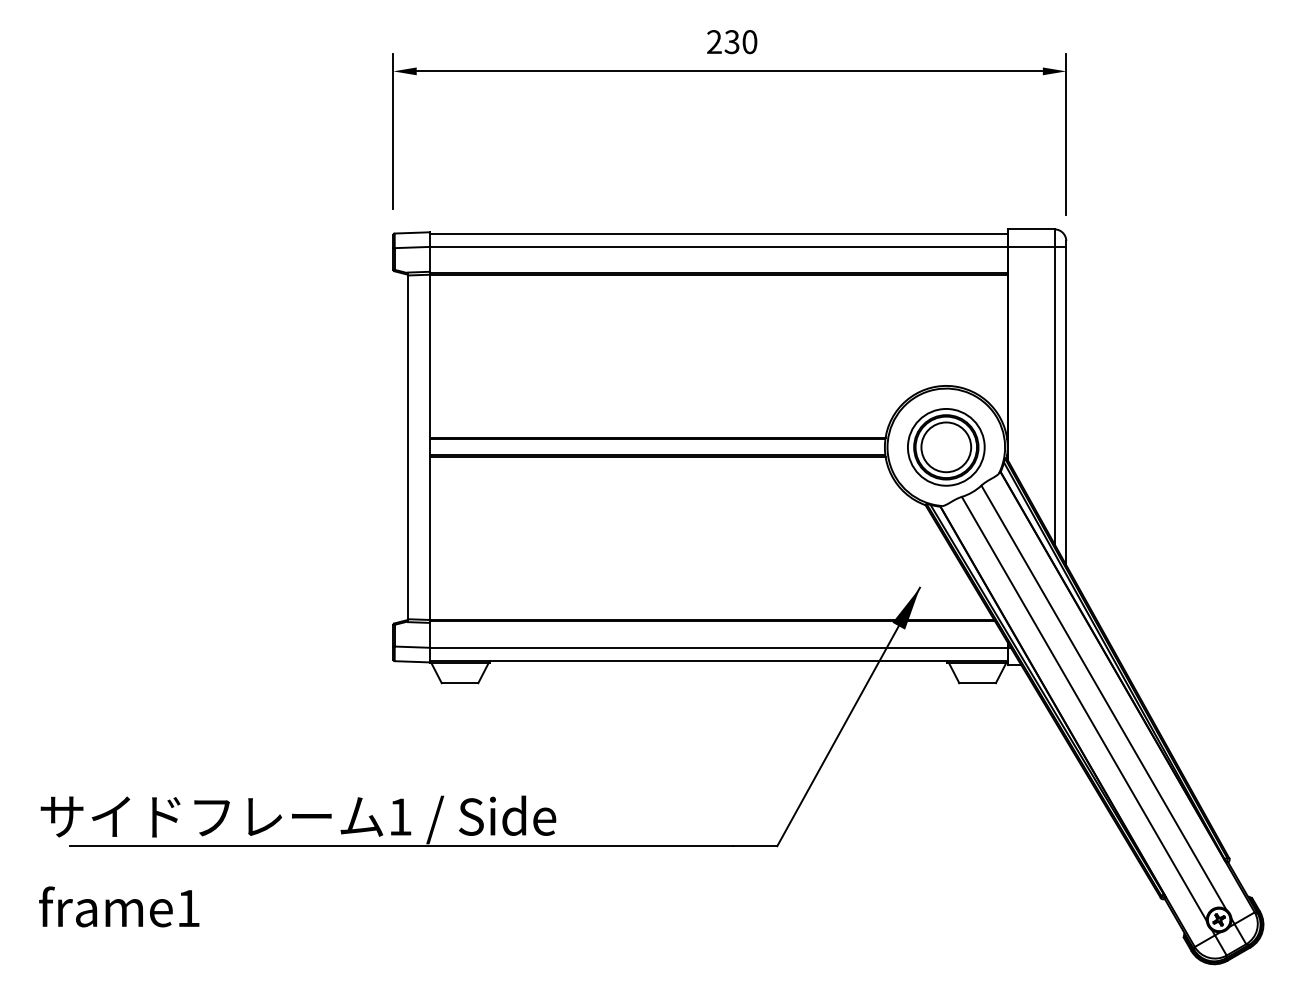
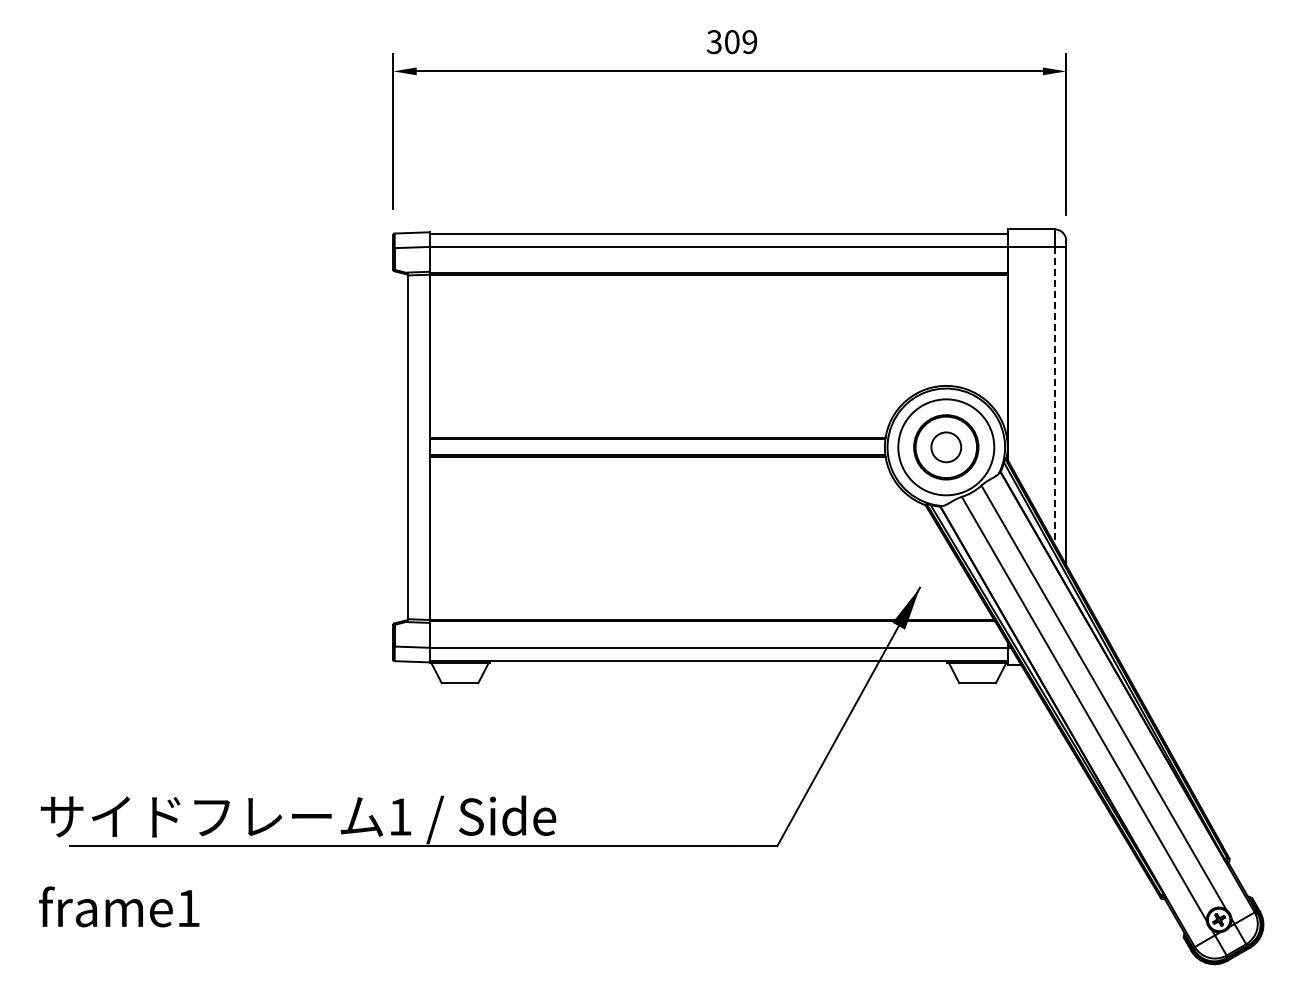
text at (732, 42): 230 -> 309
line at (1054, 395): solid -> dashed
circle at (945, 446) diameter: 77 px -> 96 px
circle at (946, 447) diameter: 50 px -> 30 px
